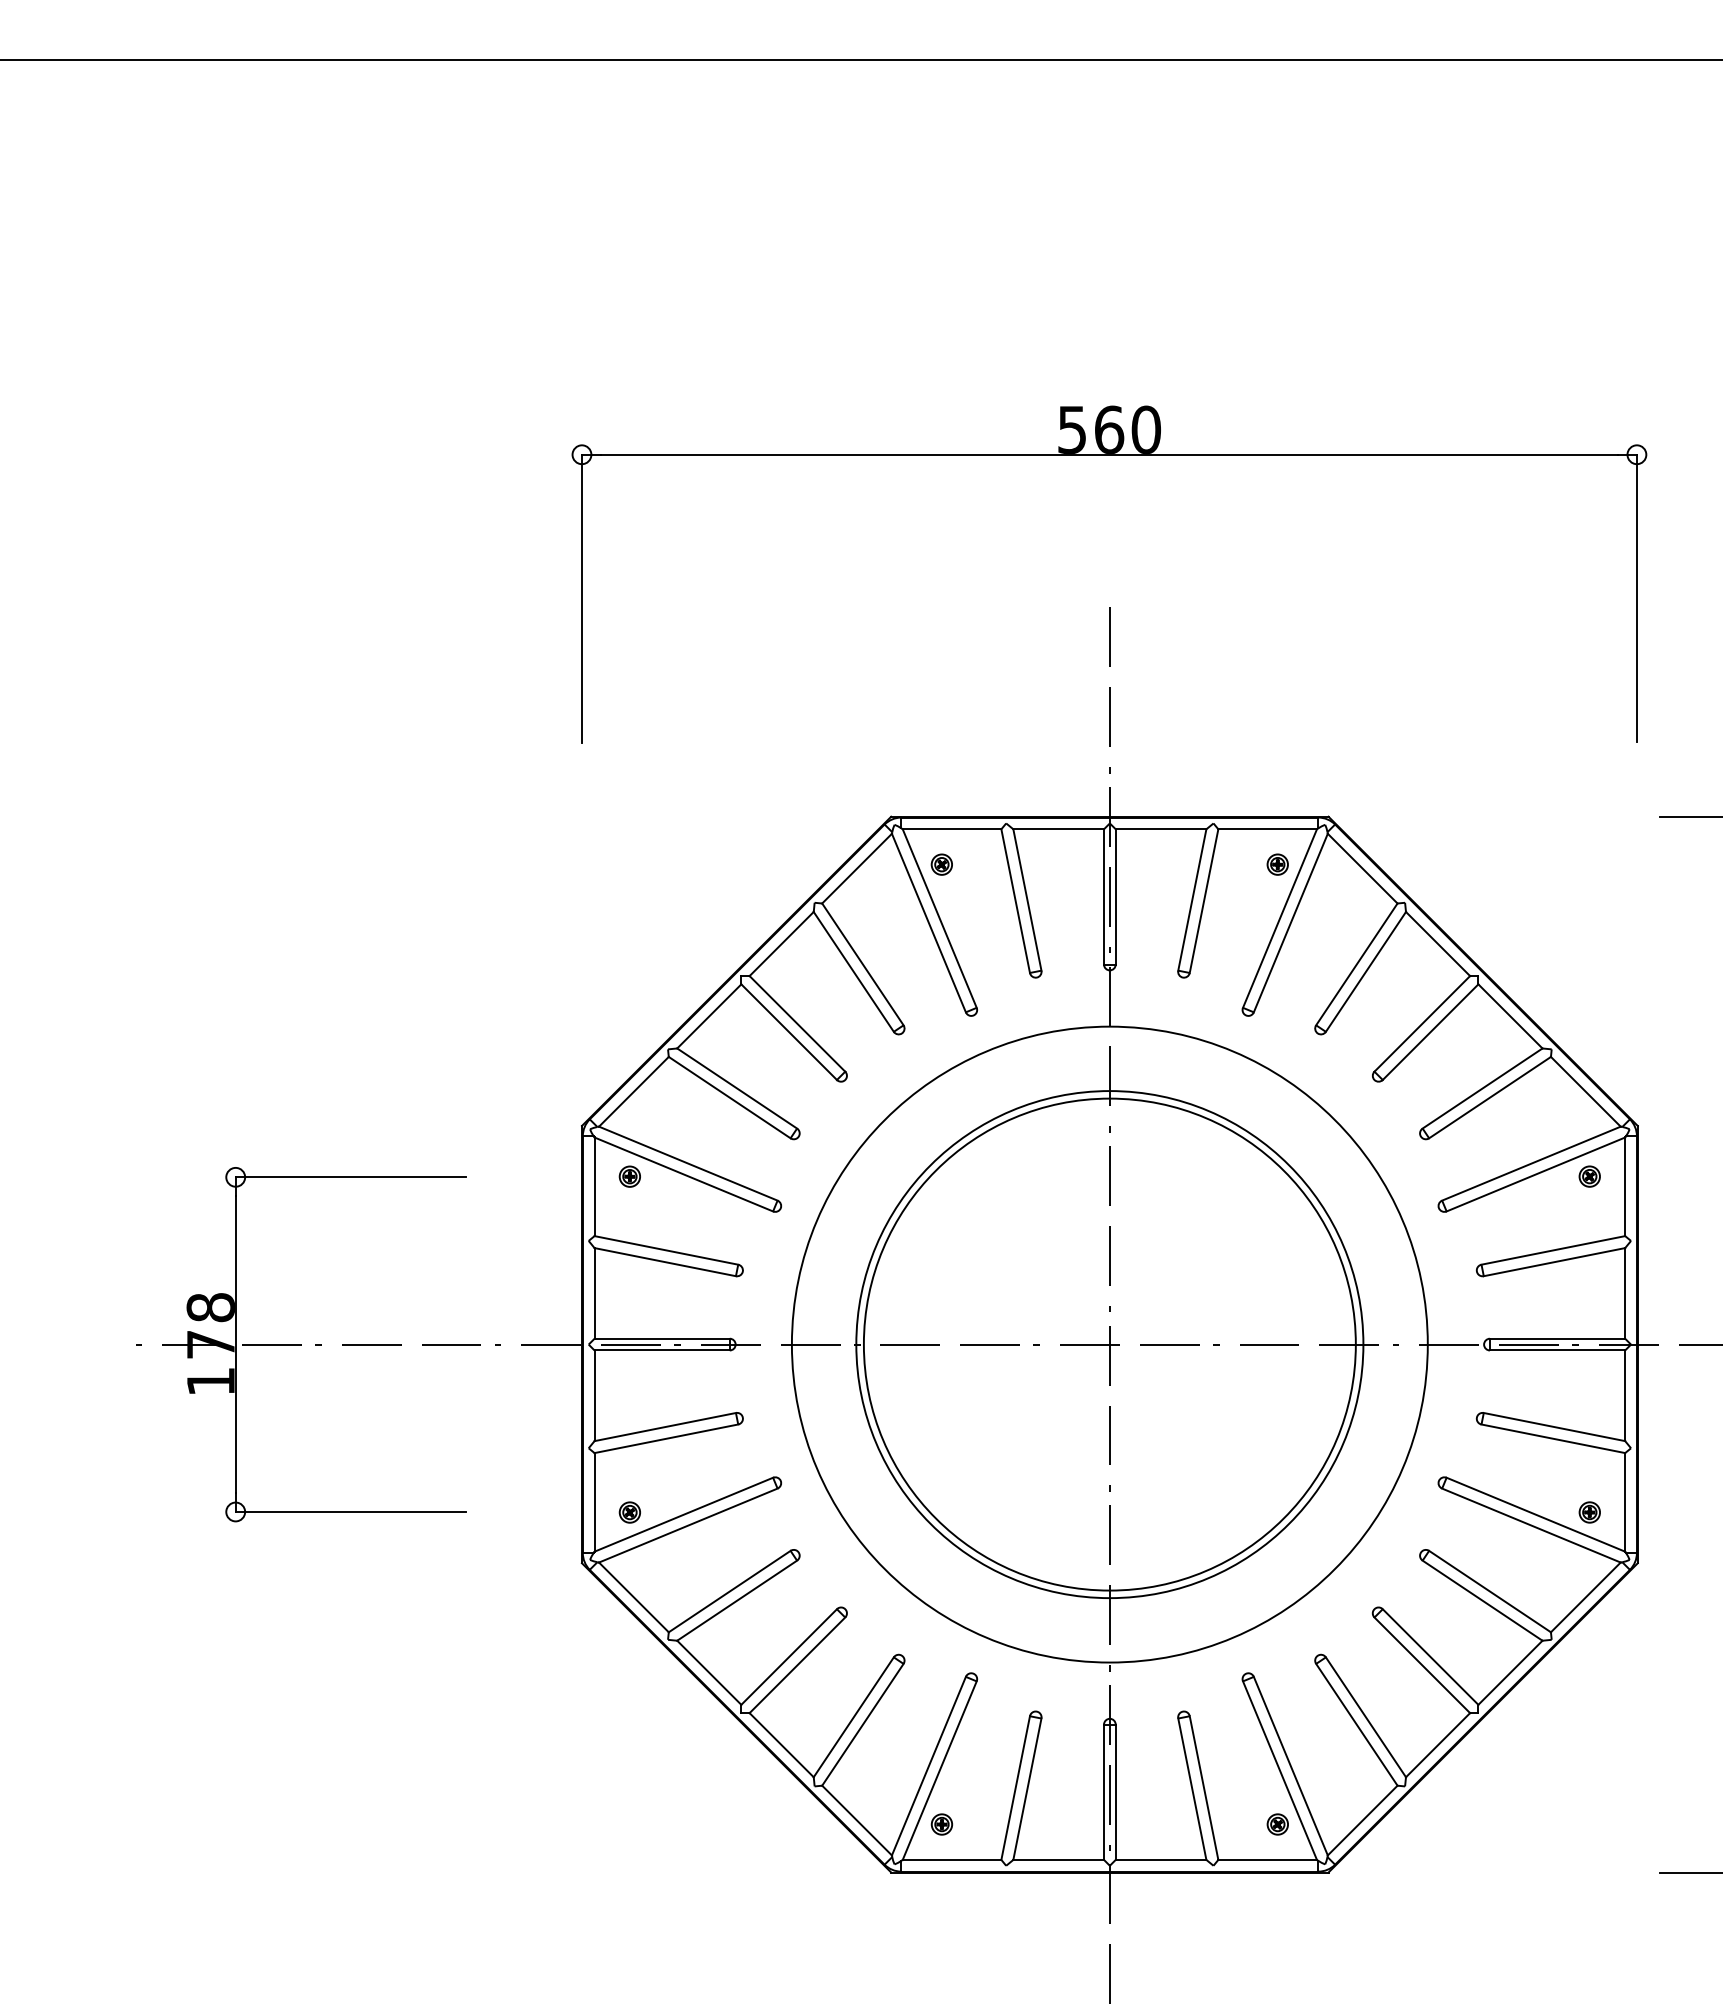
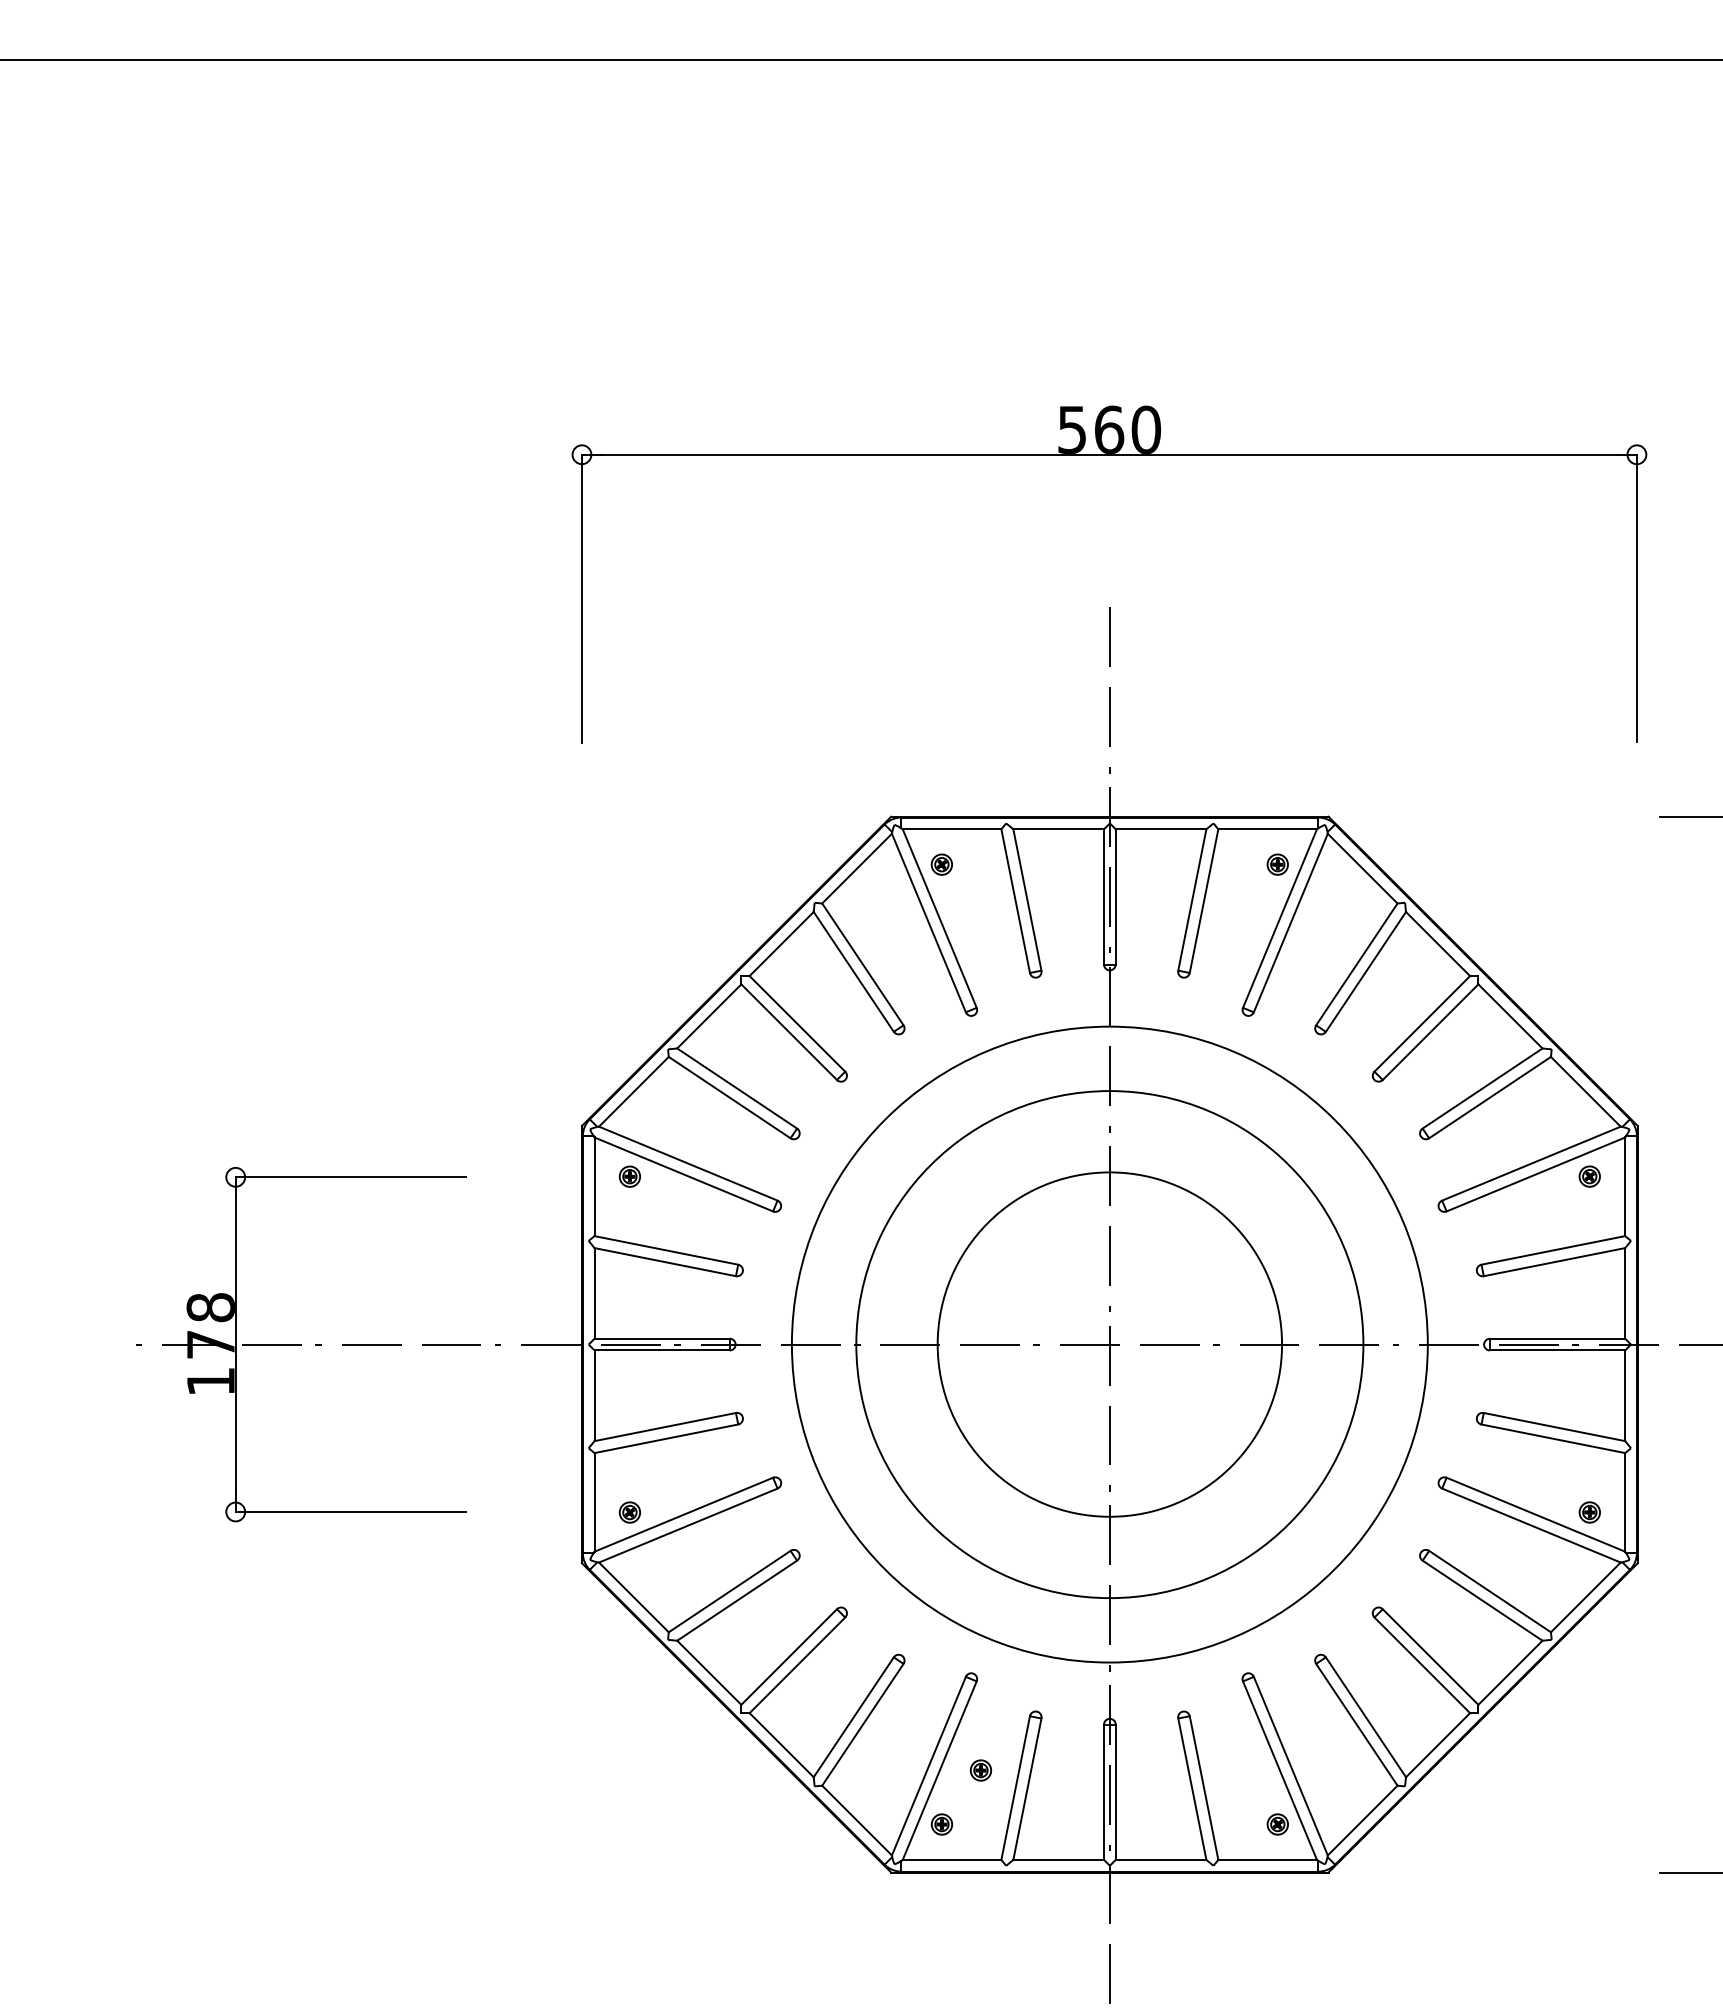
circle at (1109, 1344) diameter: 492 px -> 344 px
part at (980, 1770): none -> present
